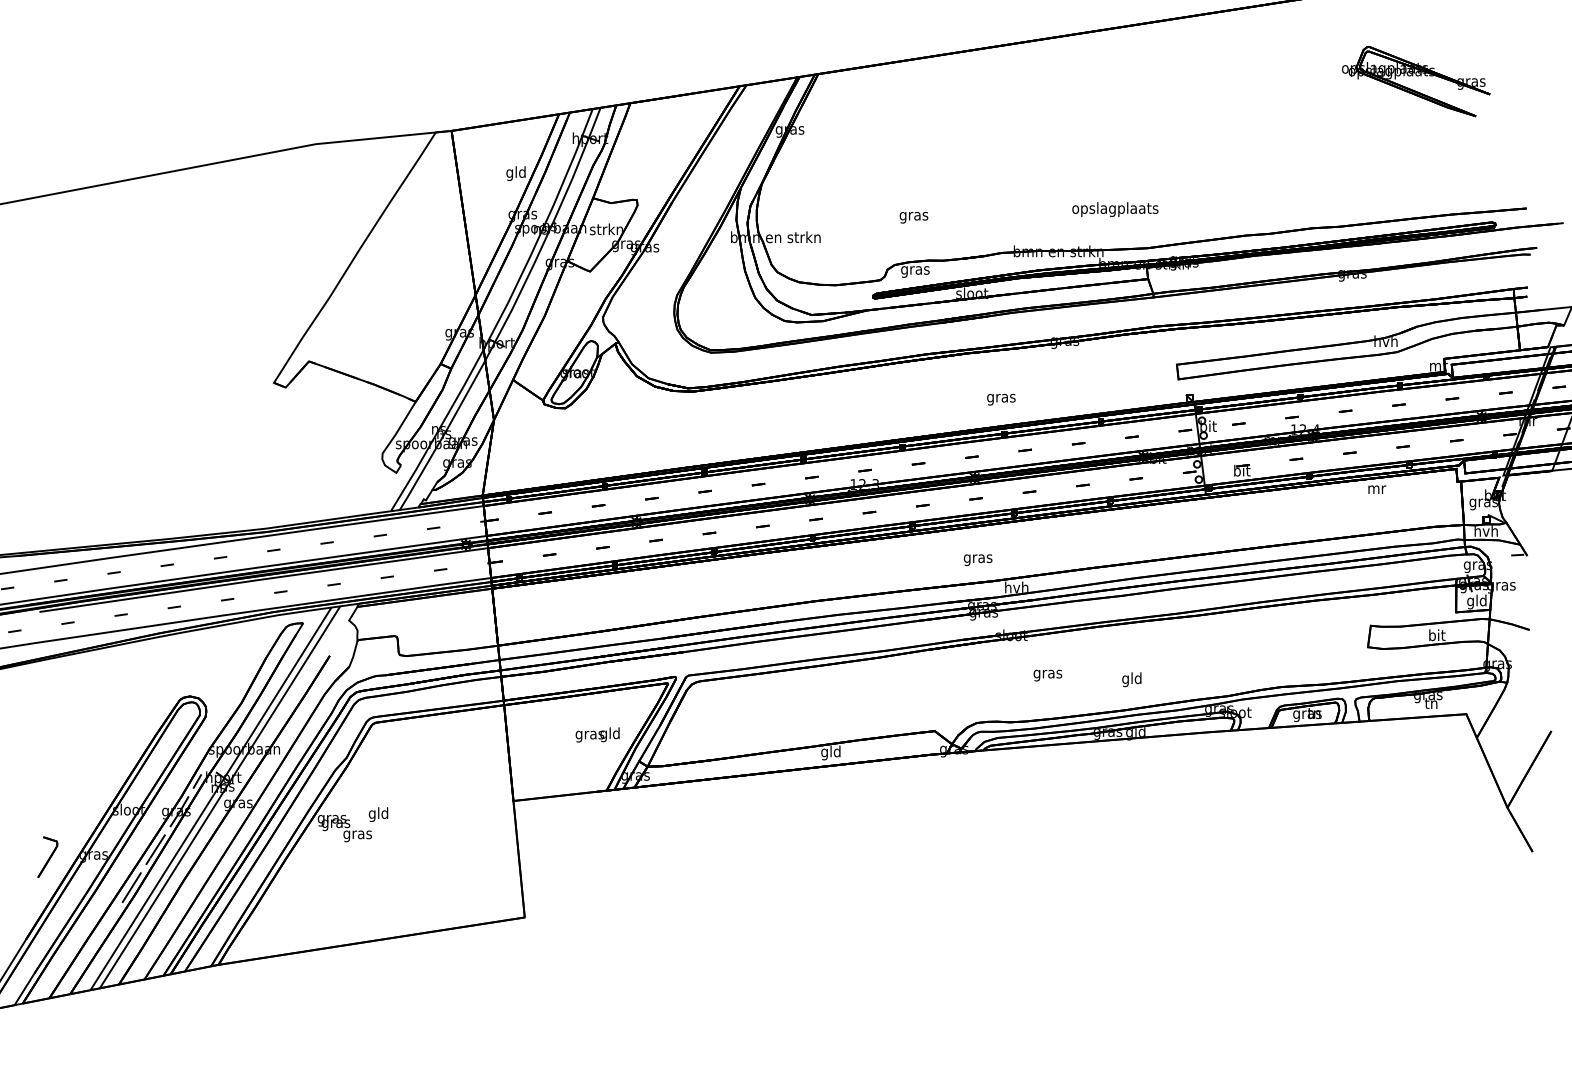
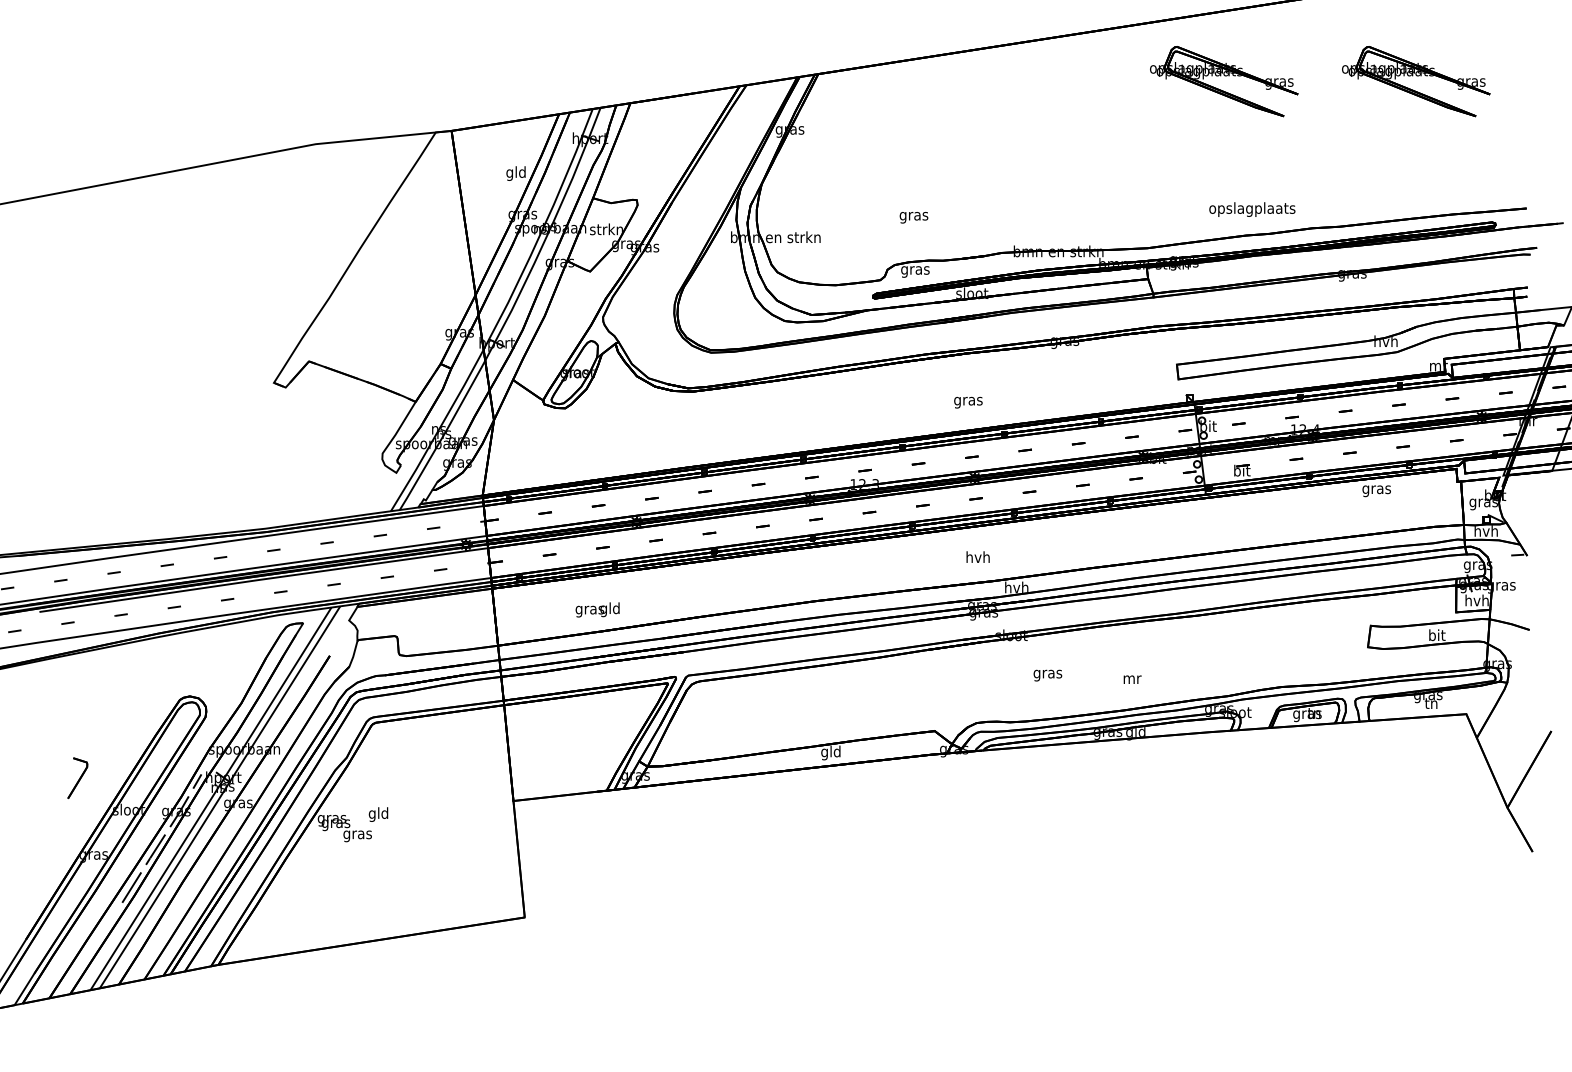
part at (1224, 81): none -> present
text at (1115, 209) position: (1115, 209) -> (1252, 209)
text at (1001, 399) position: (1001, 399) -> (968, 402)
text at (1376, 491): mr -> gras
text at (977, 558): gras -> hvh
text at (1476, 601): gld -> hvh
text at (1131, 679): gld -> mr
text at (597, 734) position: (597, 734) -> (597, 609)
part at (47, 857) position: (47, 857) -> (77, 778)
